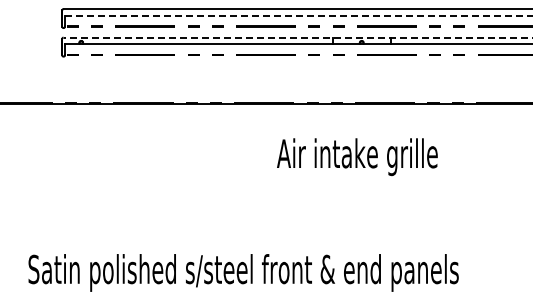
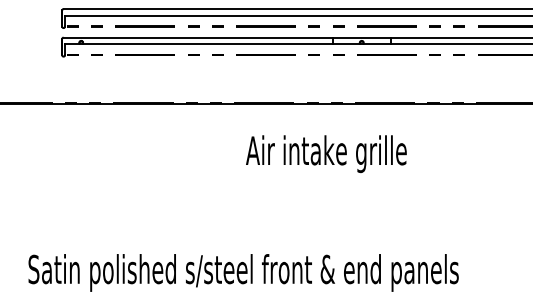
line at (298, 15): dashed -> solid
line at (297, 37): dashed -> solid
text at (357, 157) position: (357, 157) -> (326, 154)
